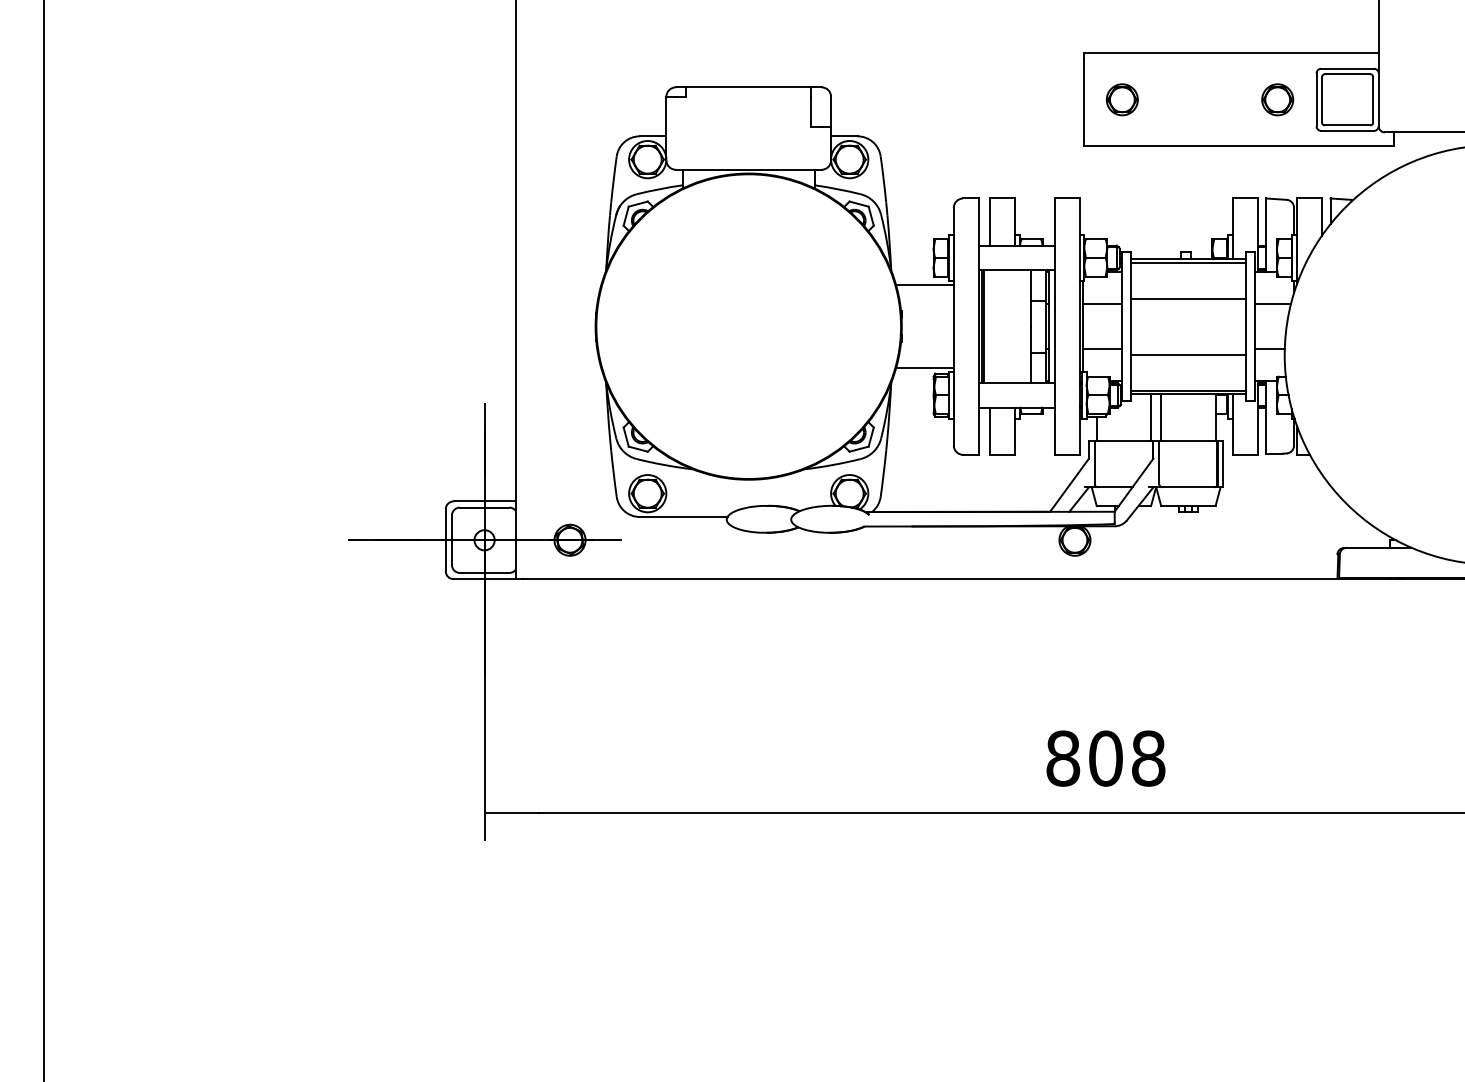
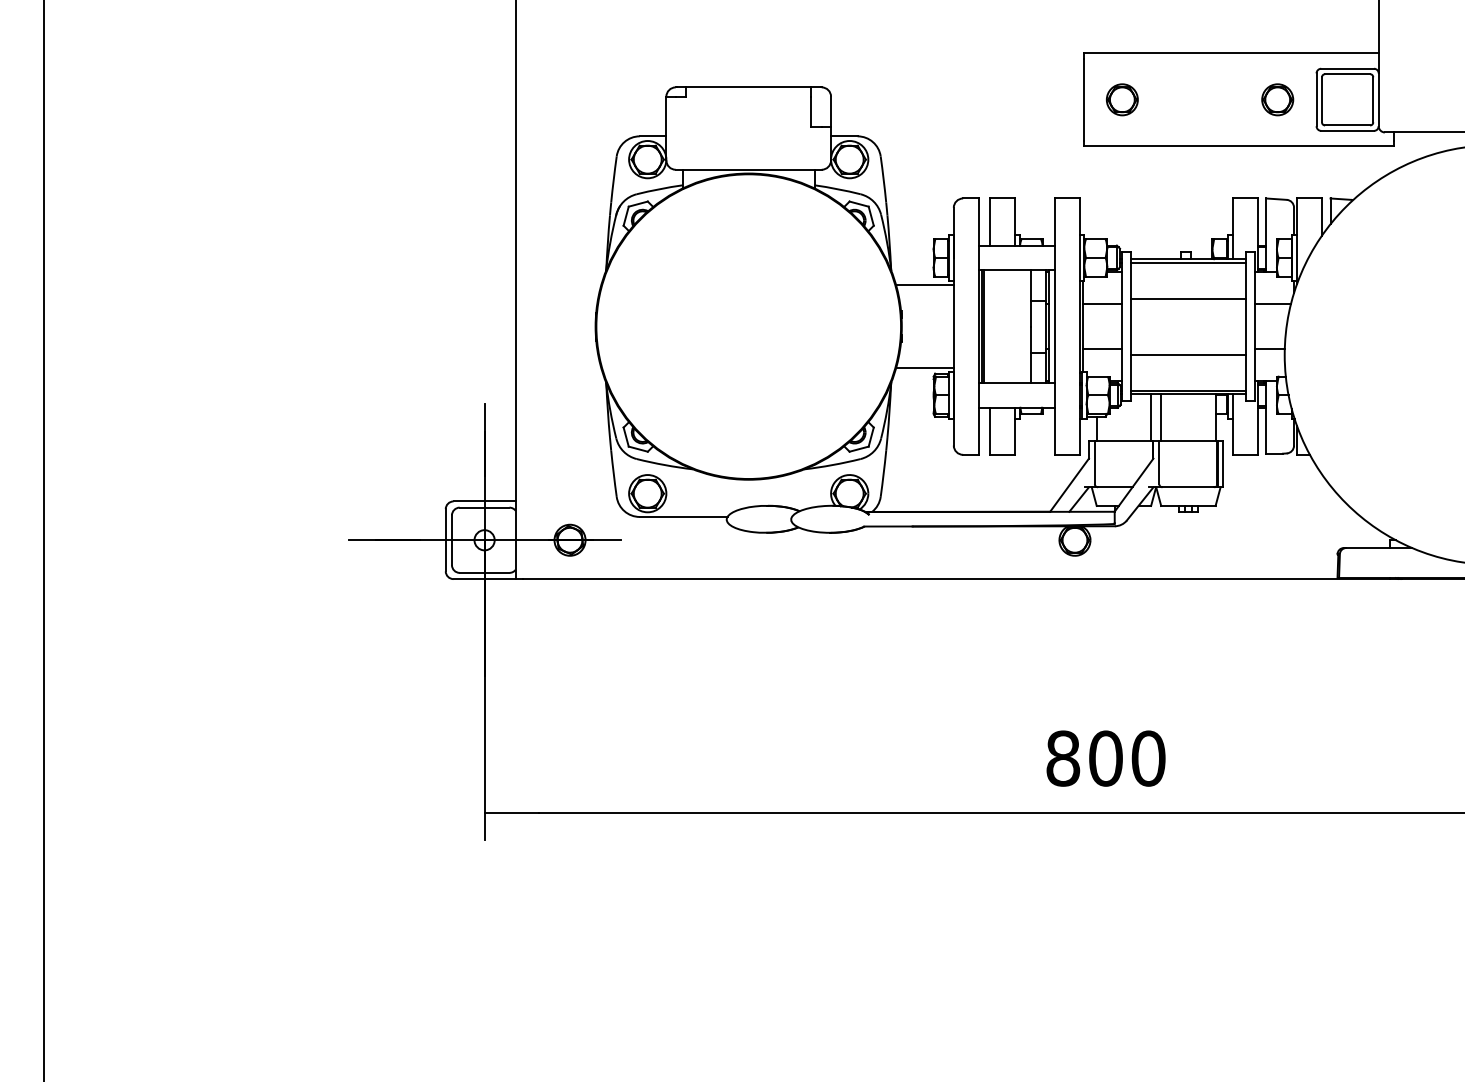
text at (1148, 758): 808 -> 800
